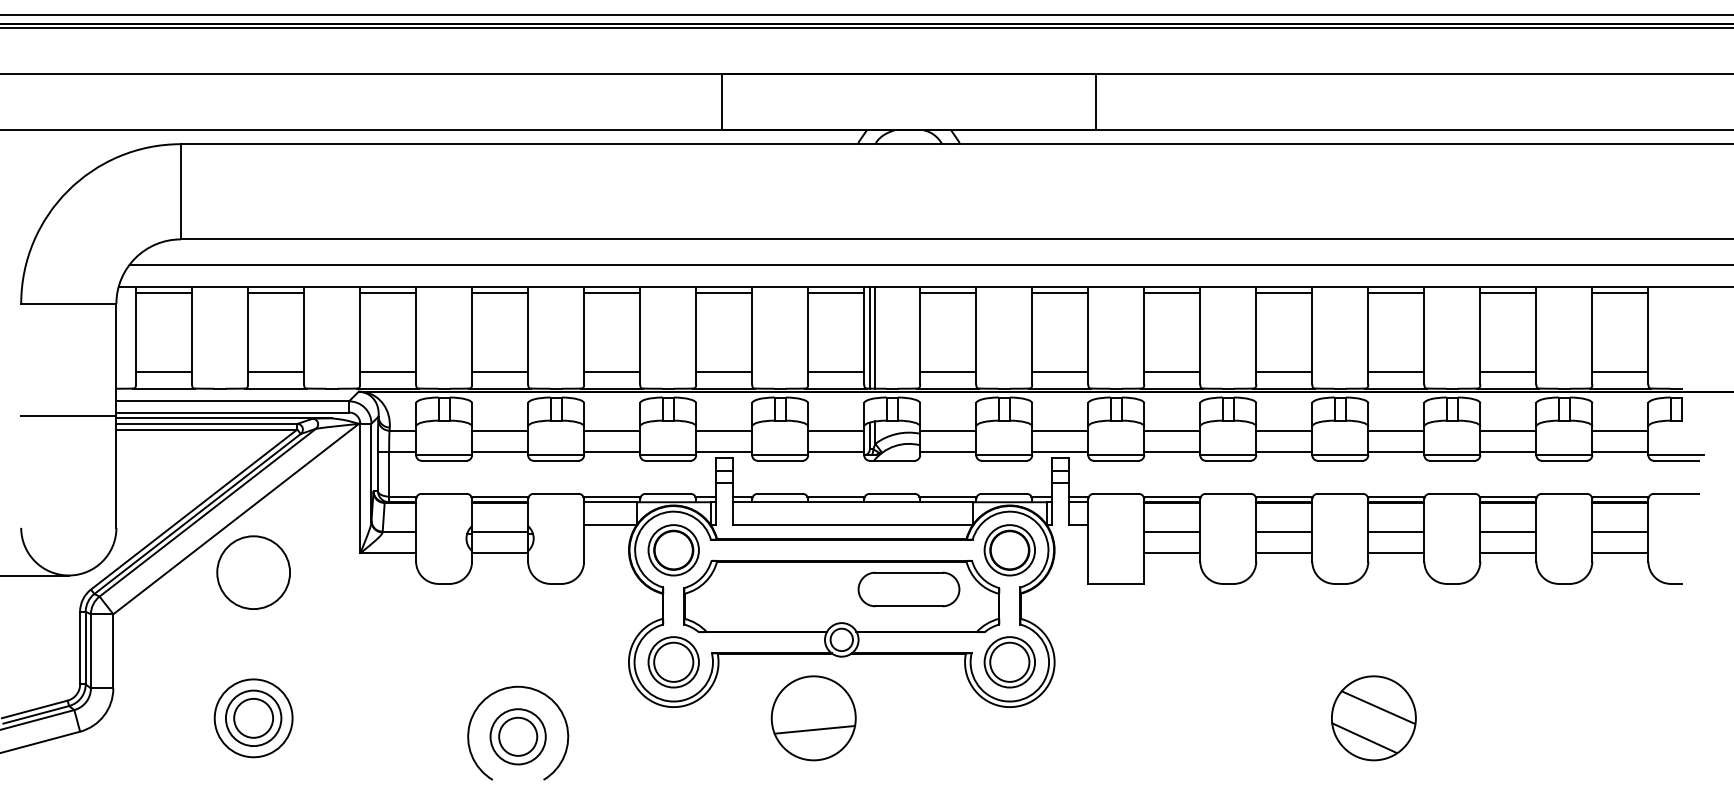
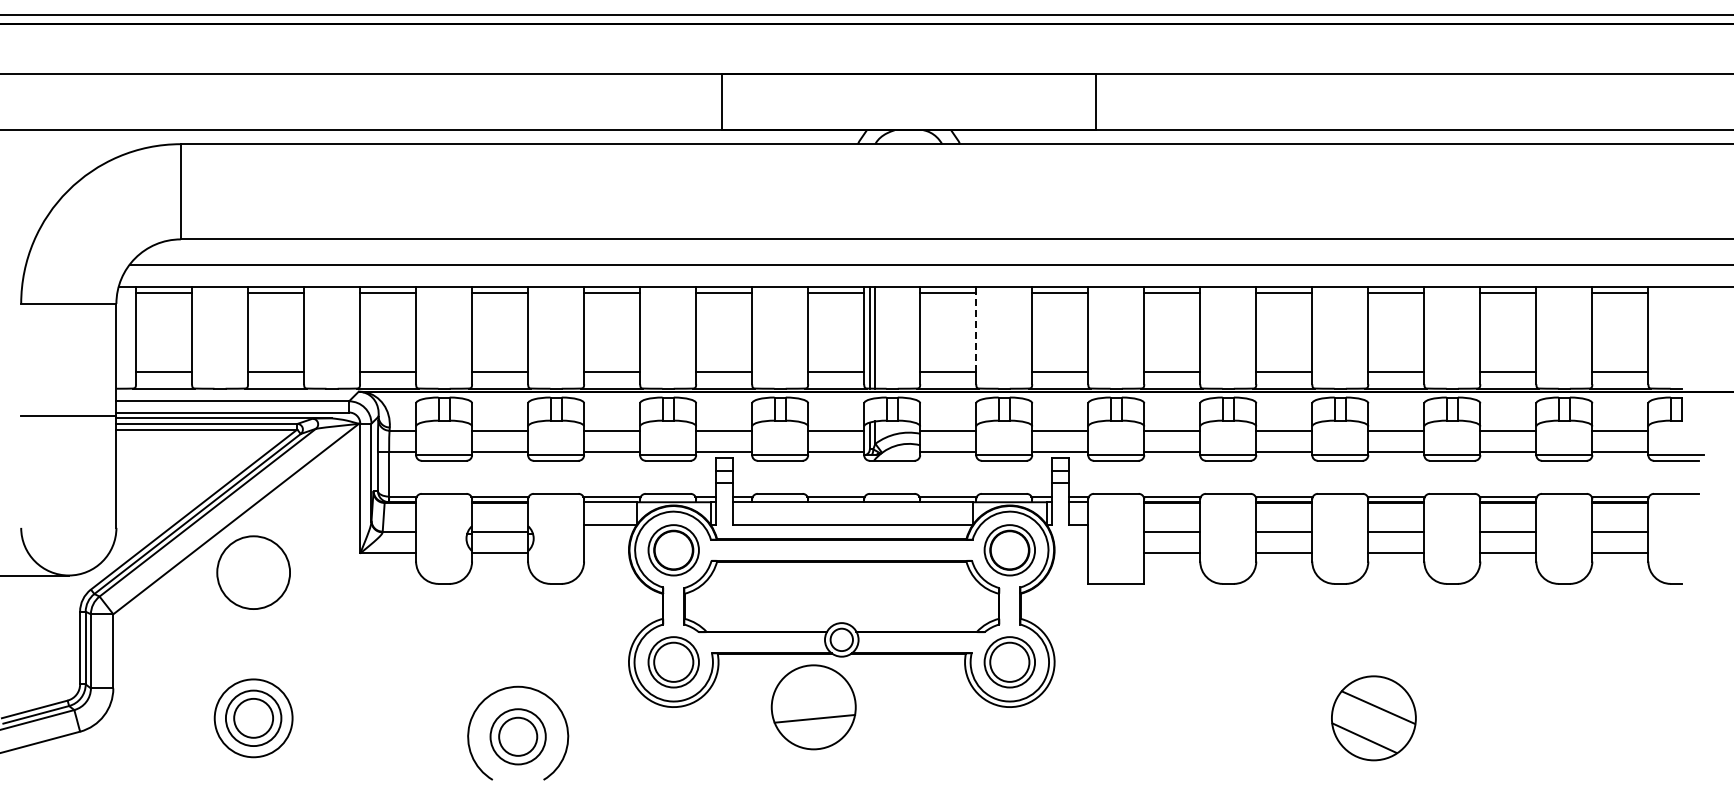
line at (866, 27): present -> none
line at (976, 332): solid -> dashed
part at (908, 589): present -> none
part at (813, 718) position: (813, 718) -> (813, 707)
